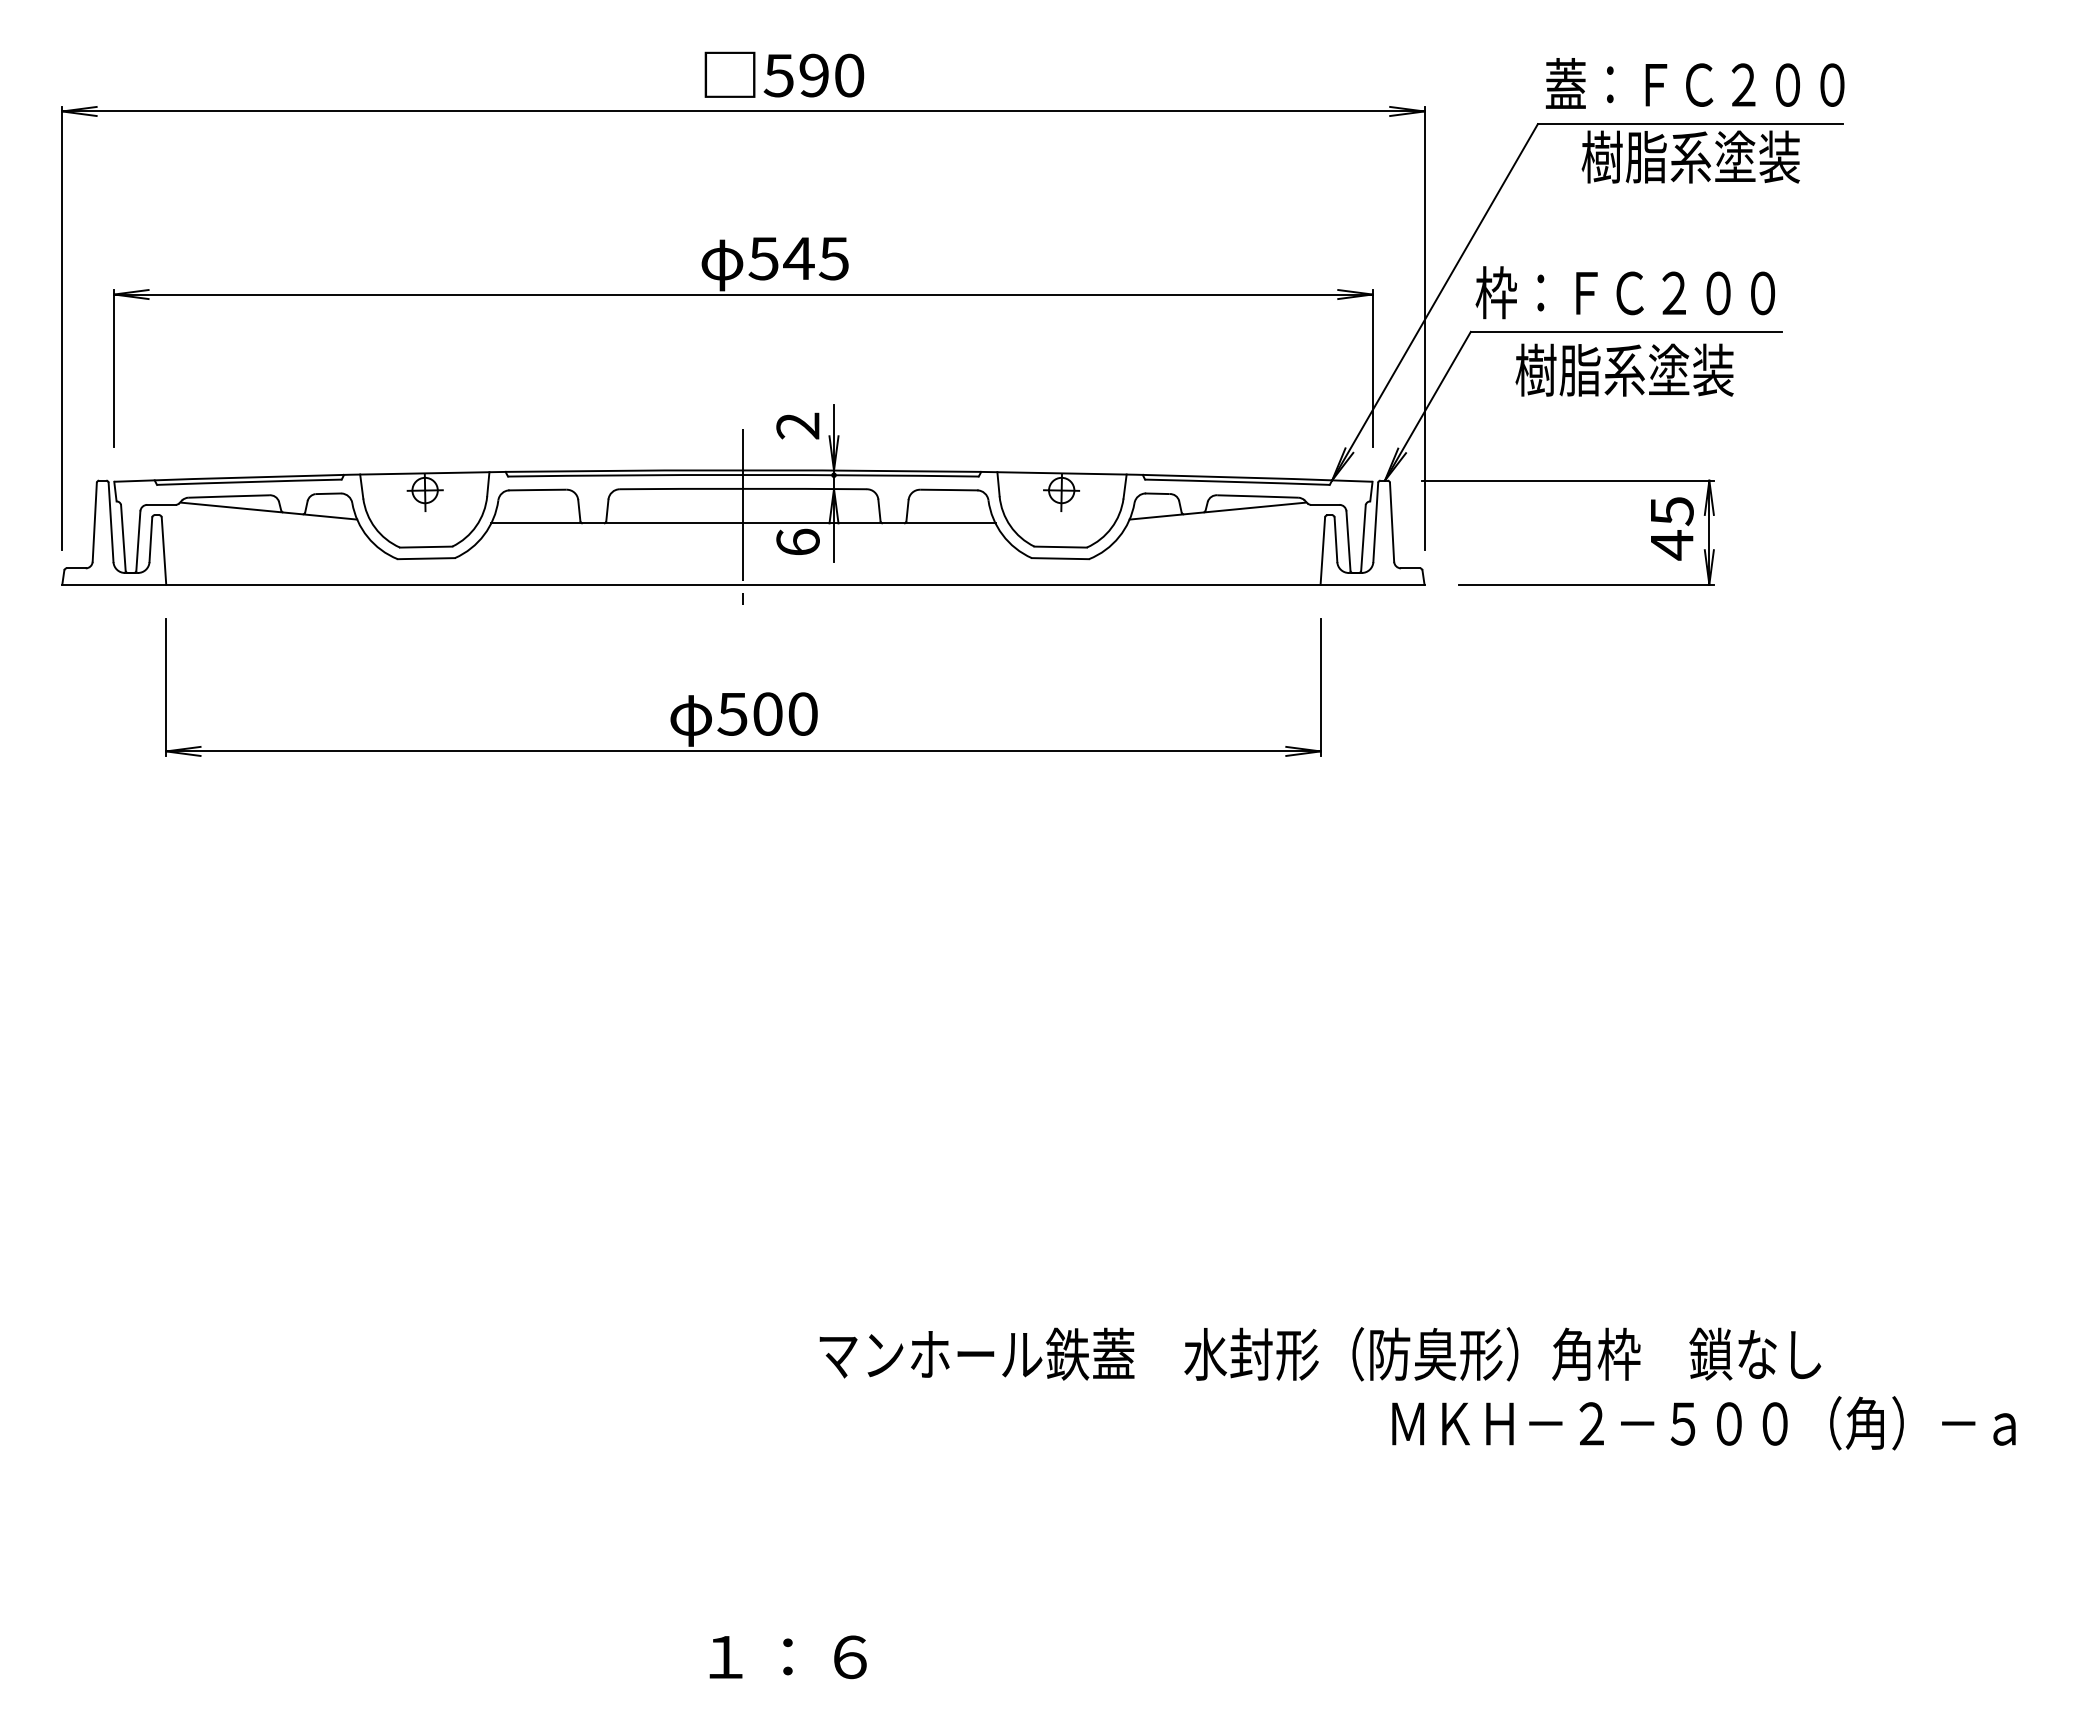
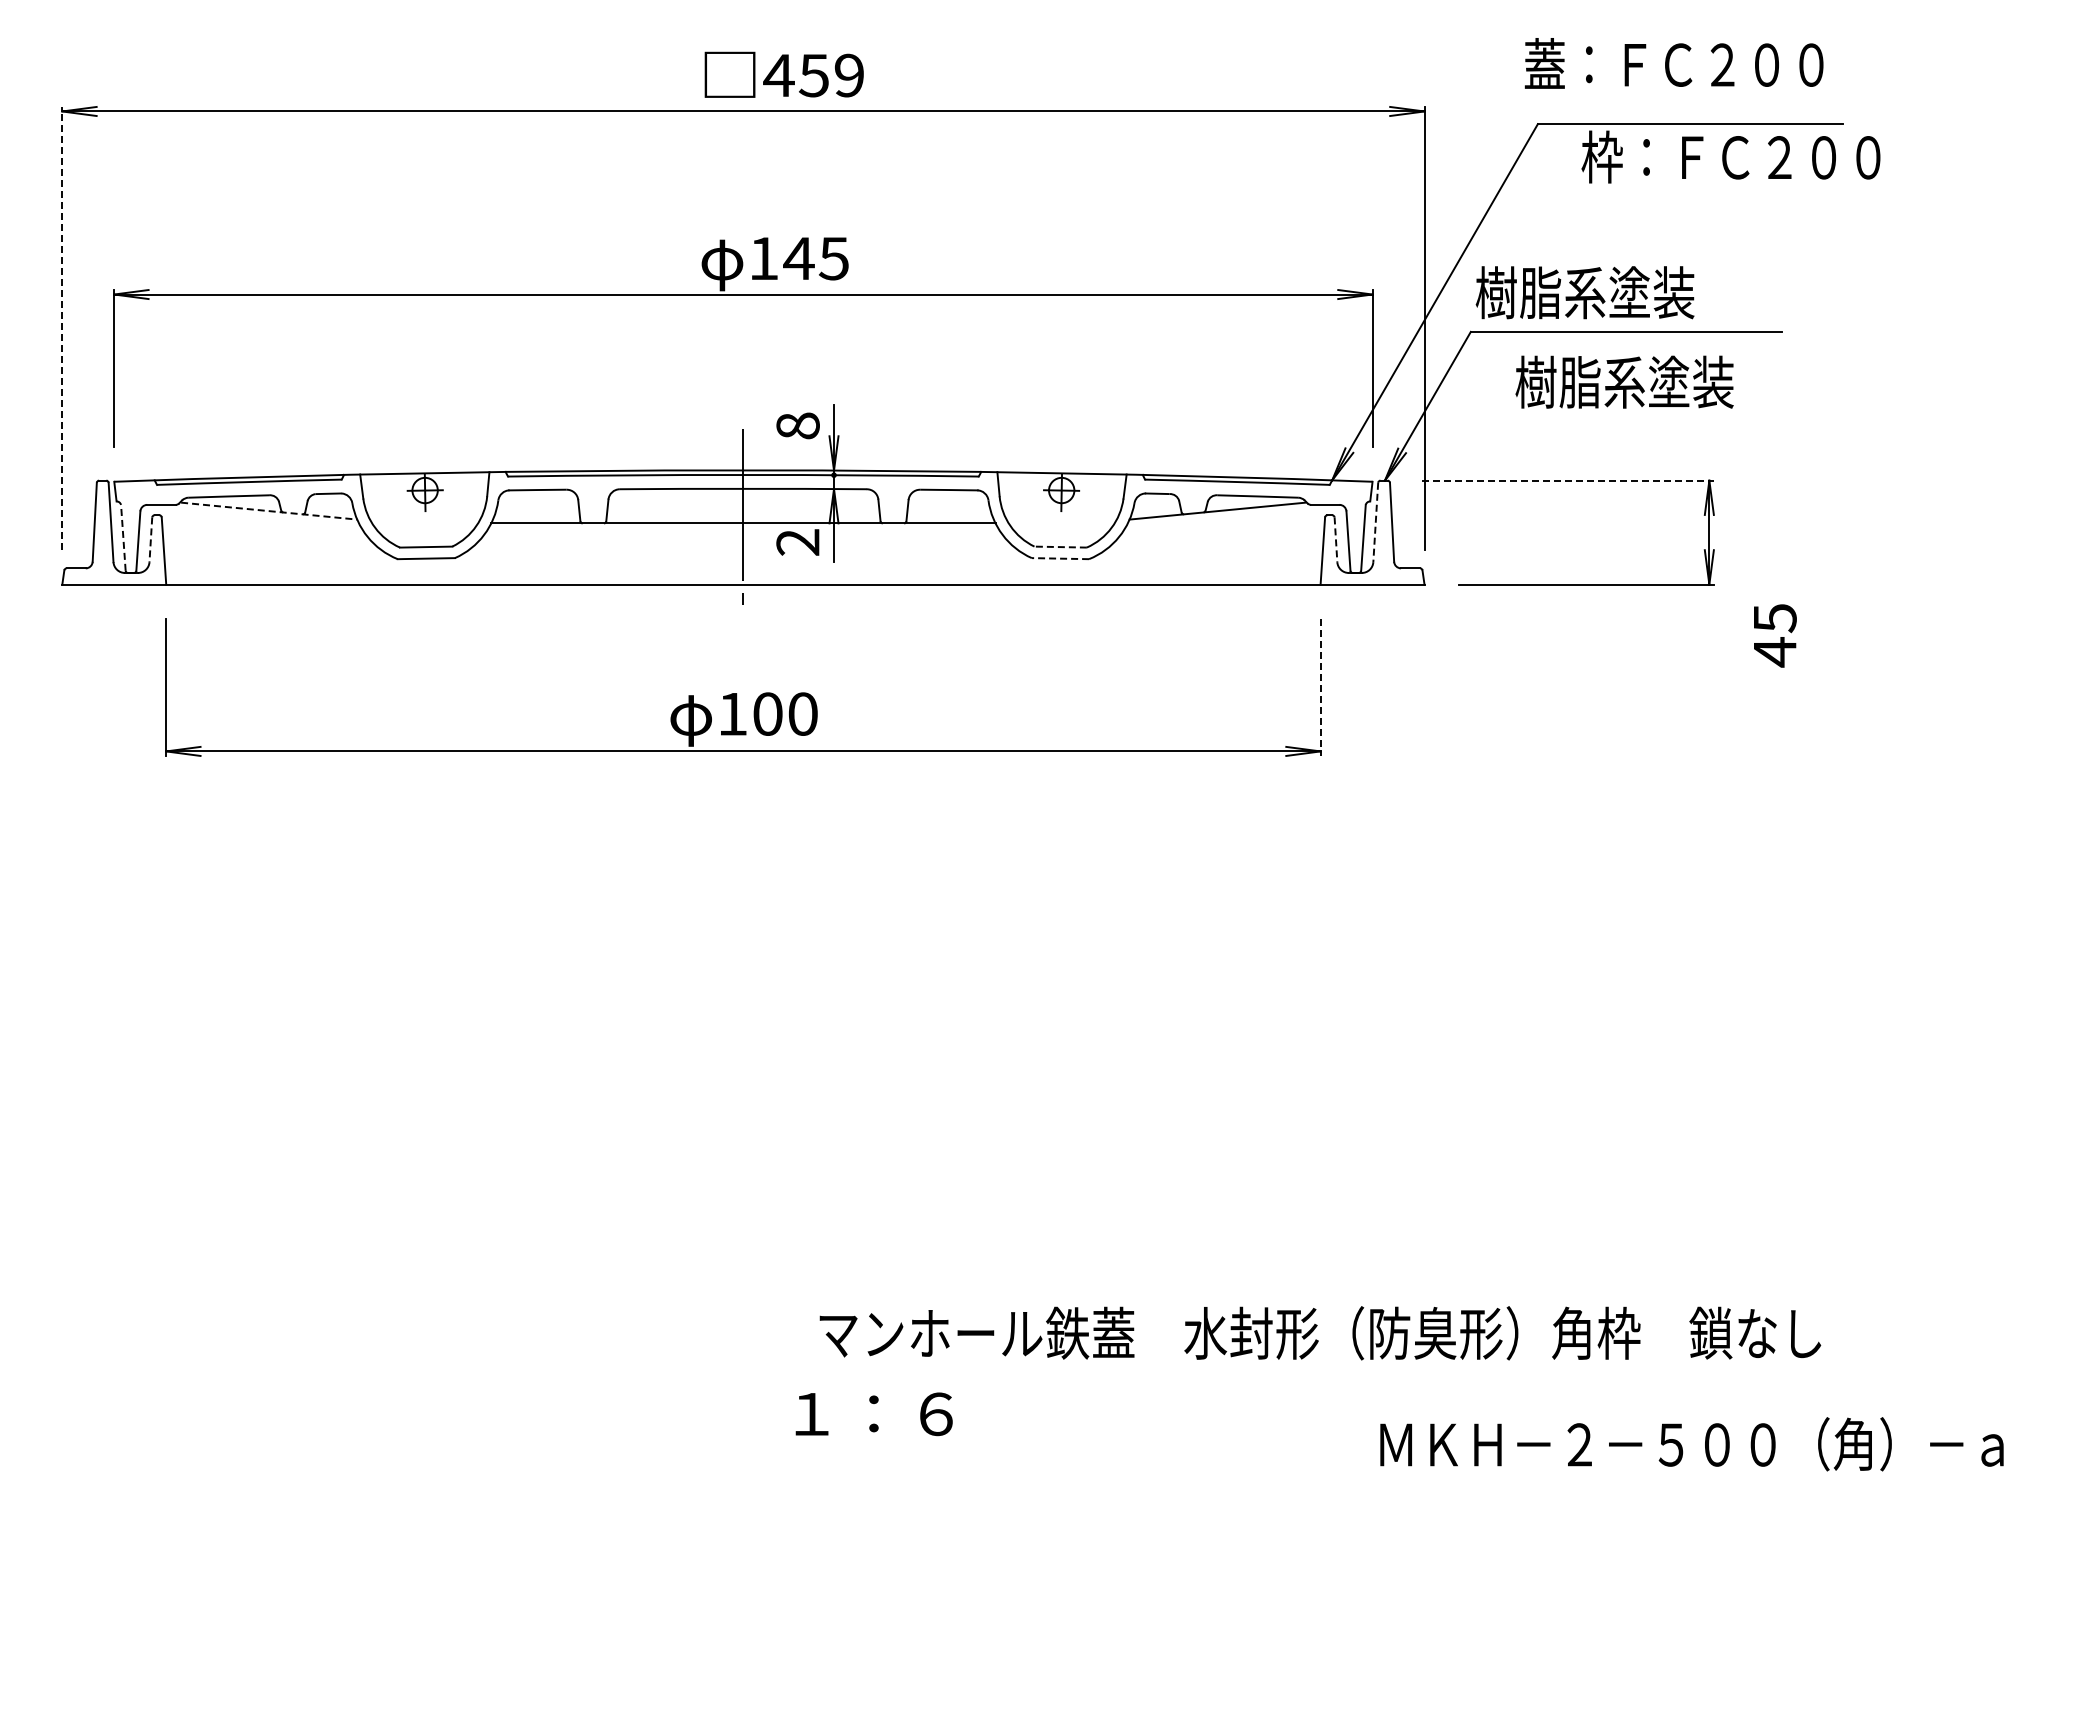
text at (813, 75): 590 -> 459
text at (1694, 83) position: (1694, 83) -> (1673, 63)
text at (1730, 156): 樹脂系塗装 -> 枠：ＦＣ２００
text at (763, 258): 545 -> 145
text at (1625, 292): 枠：ＦＣ２００ -> 樹脂系塗装
line at (62, 328): solid -> dashed
text at (1624, 369) position: (1624, 369) -> (1624, 381)
text at (797, 425): 2 -> 8
line at (1567, 480): solid -> dashed
line at (269, 511): solid -> dashed
line at (1375, 522): solid -> dashed
text at (1672, 528) position: (1672, 528) -> (1775, 635)
line at (123, 537): solid -> dashed
line at (150, 540): solid -> dashed
line at (1335, 540): solid -> dashed
text at (797, 541): 6 -> 2
line at (1060, 547): solid -> dashed
line at (1060, 558): solid -> dashed
line at (1320, 687): solid -> dashed
text at (732, 714): 500 -> 100
text at (1320, 1354) position: (1320, 1354) -> (1320, 1333)
text at (1703, 1423) position: (1703, 1423) -> (1691, 1444)
text at (787, 1657) position: (787, 1657) -> (873, 1414)
